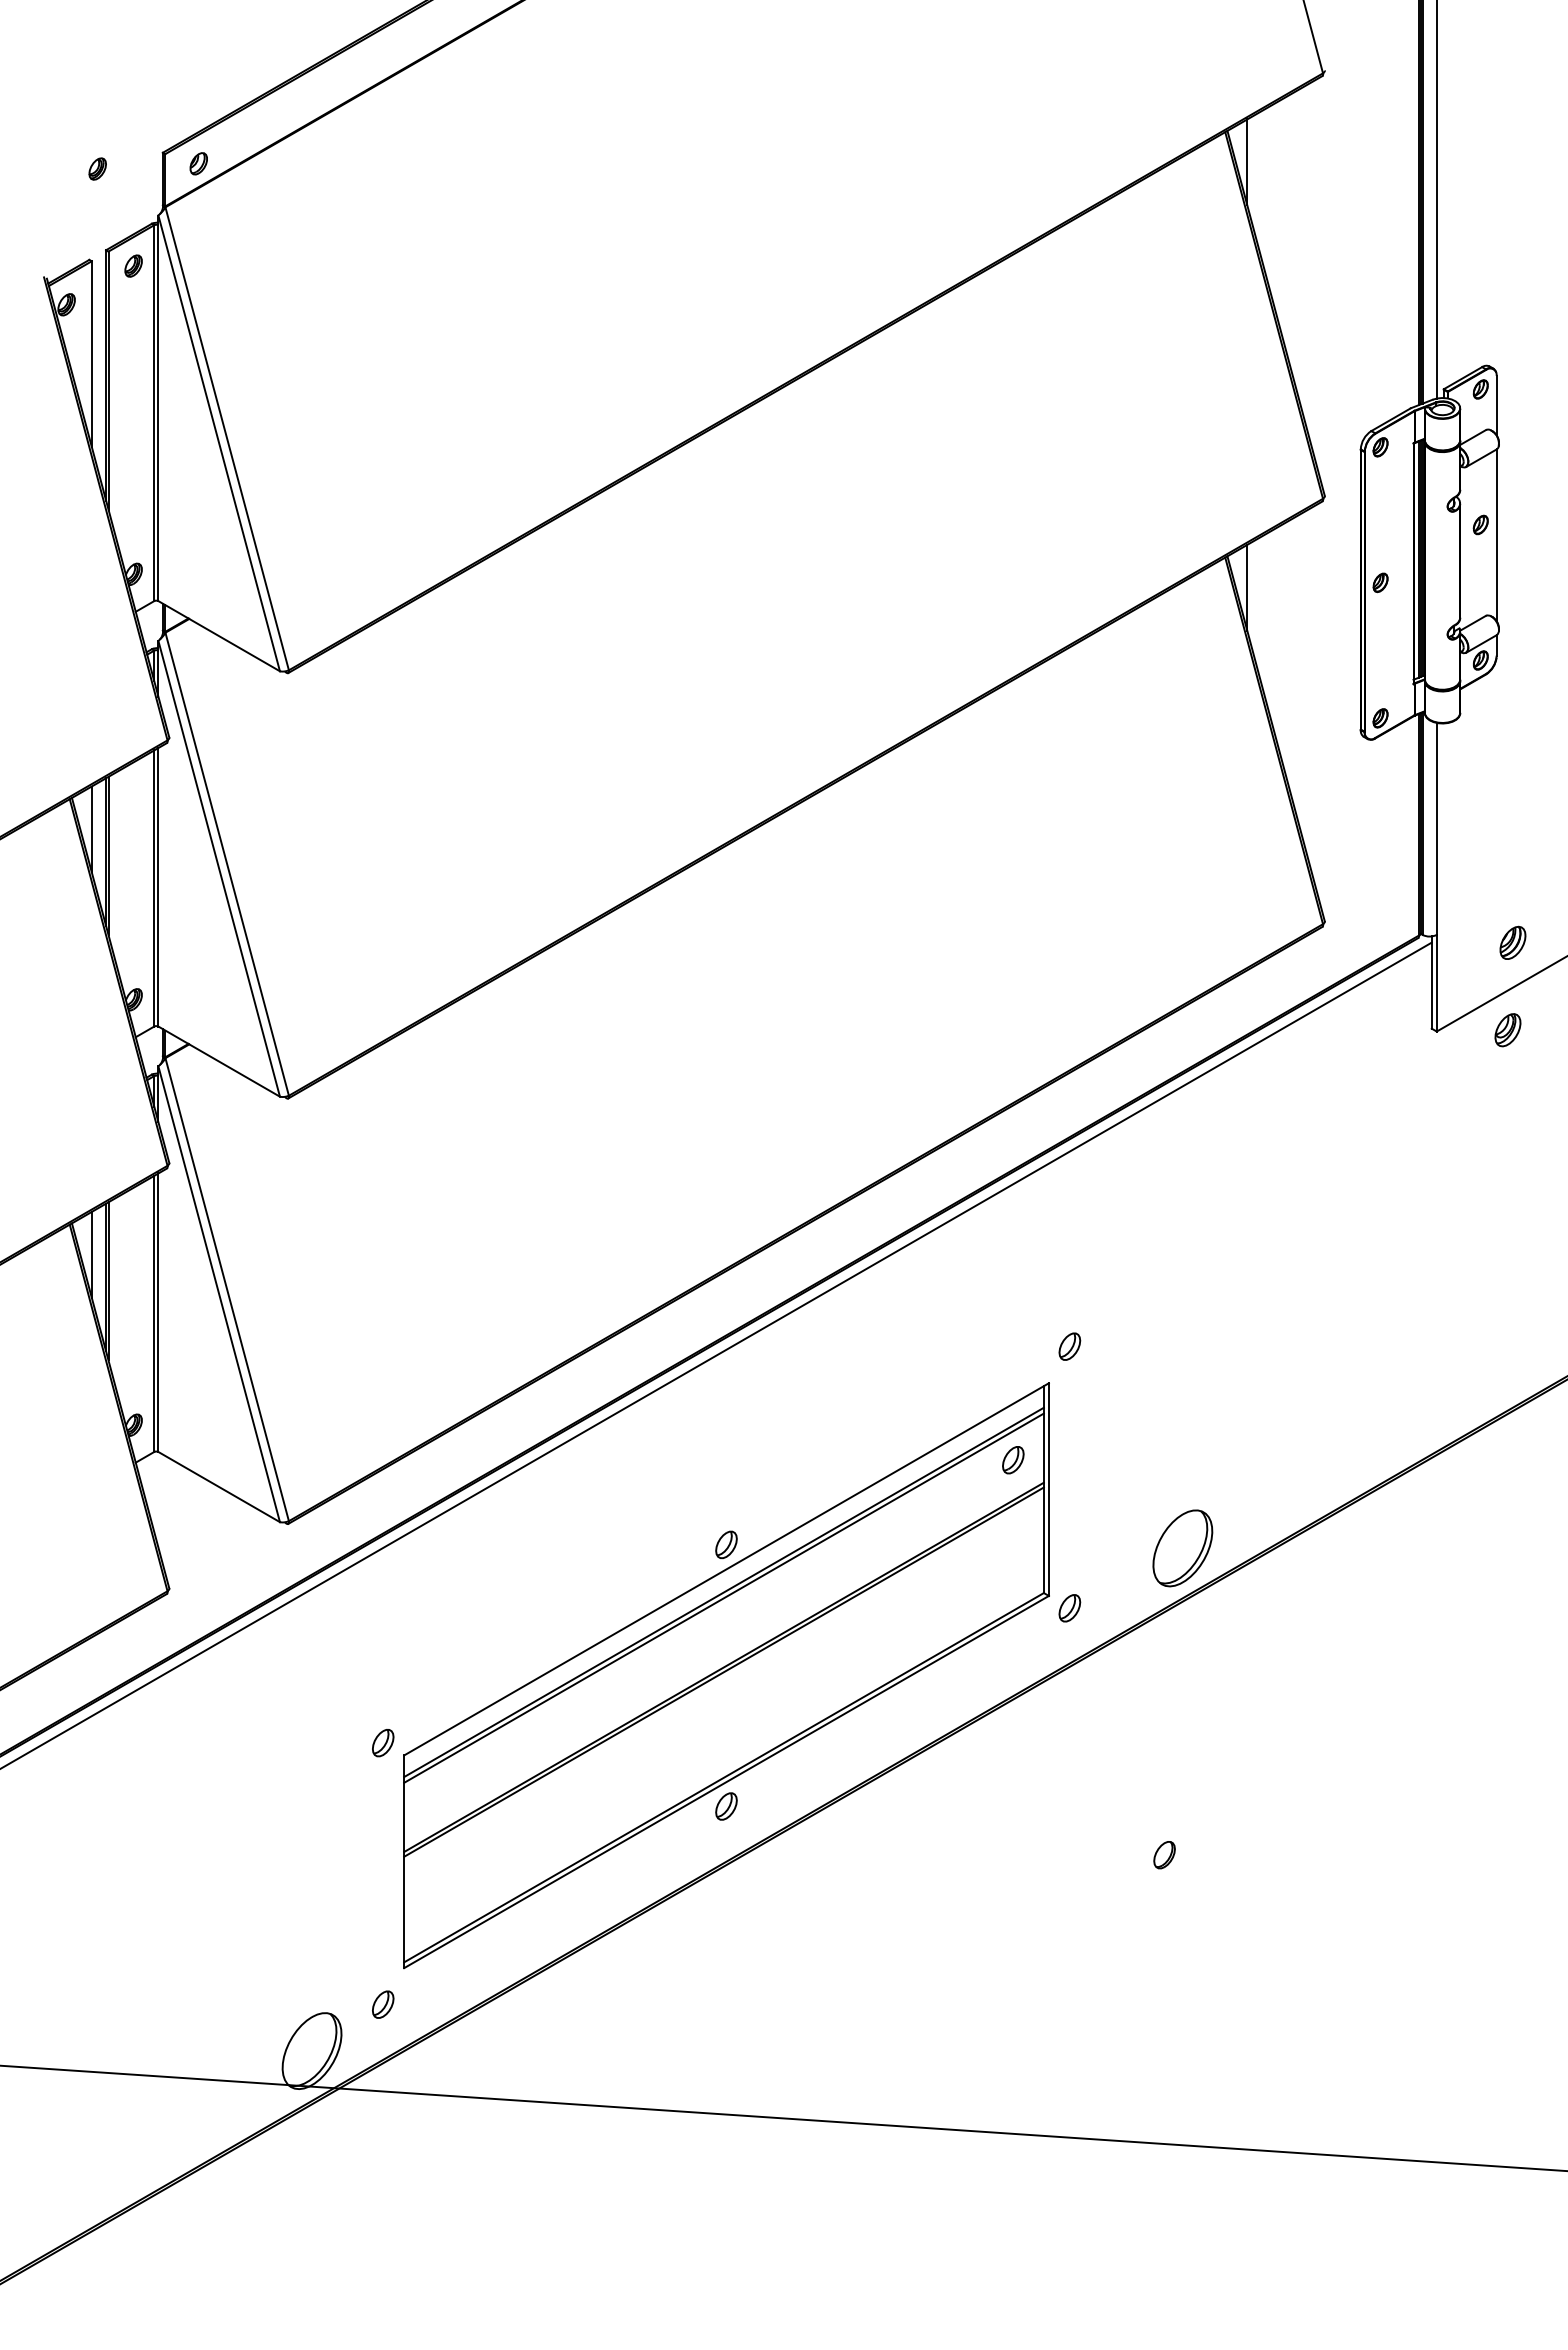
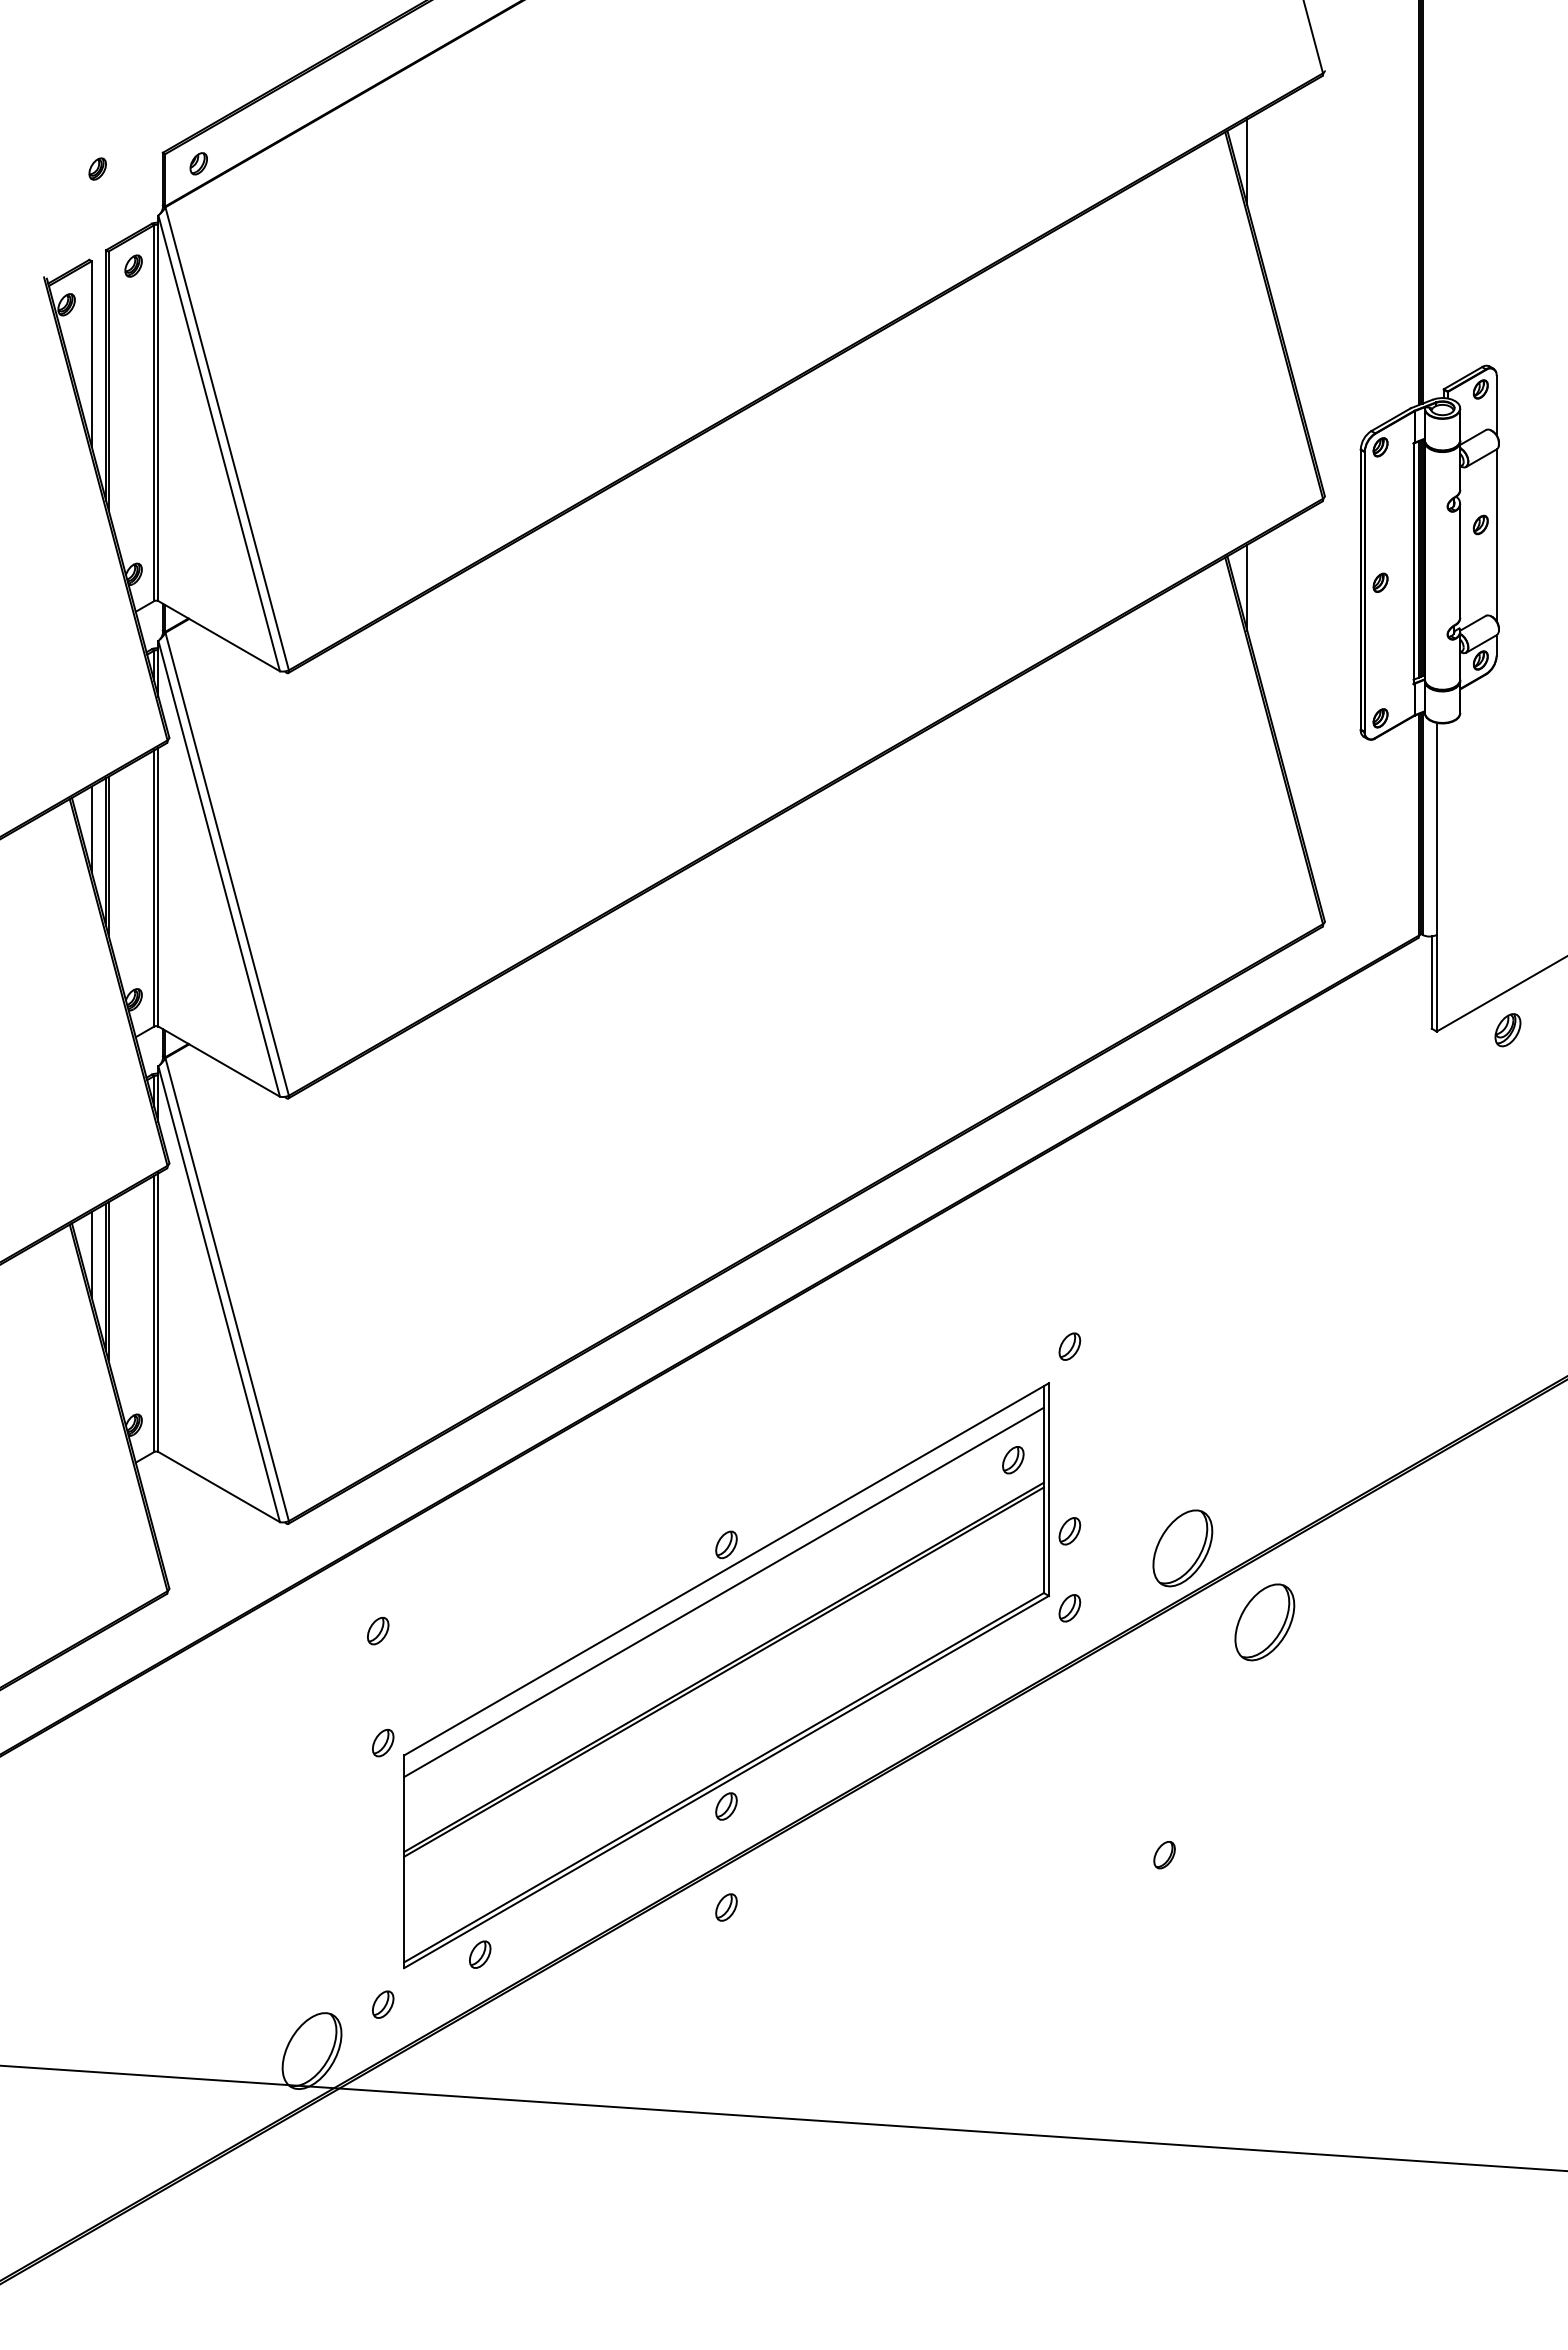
line at (1436, 200): present -> none
part at (1512, 942): present -> none
line at (716, 1354): present -> none
part at (1069, 1531): none -> present
line at (723, 1597): present -> none
part at (1264, 1622): none -> present
part at (378, 1631): none -> present
part at (726, 1907): none -> present
part at (480, 1954): none -> present
